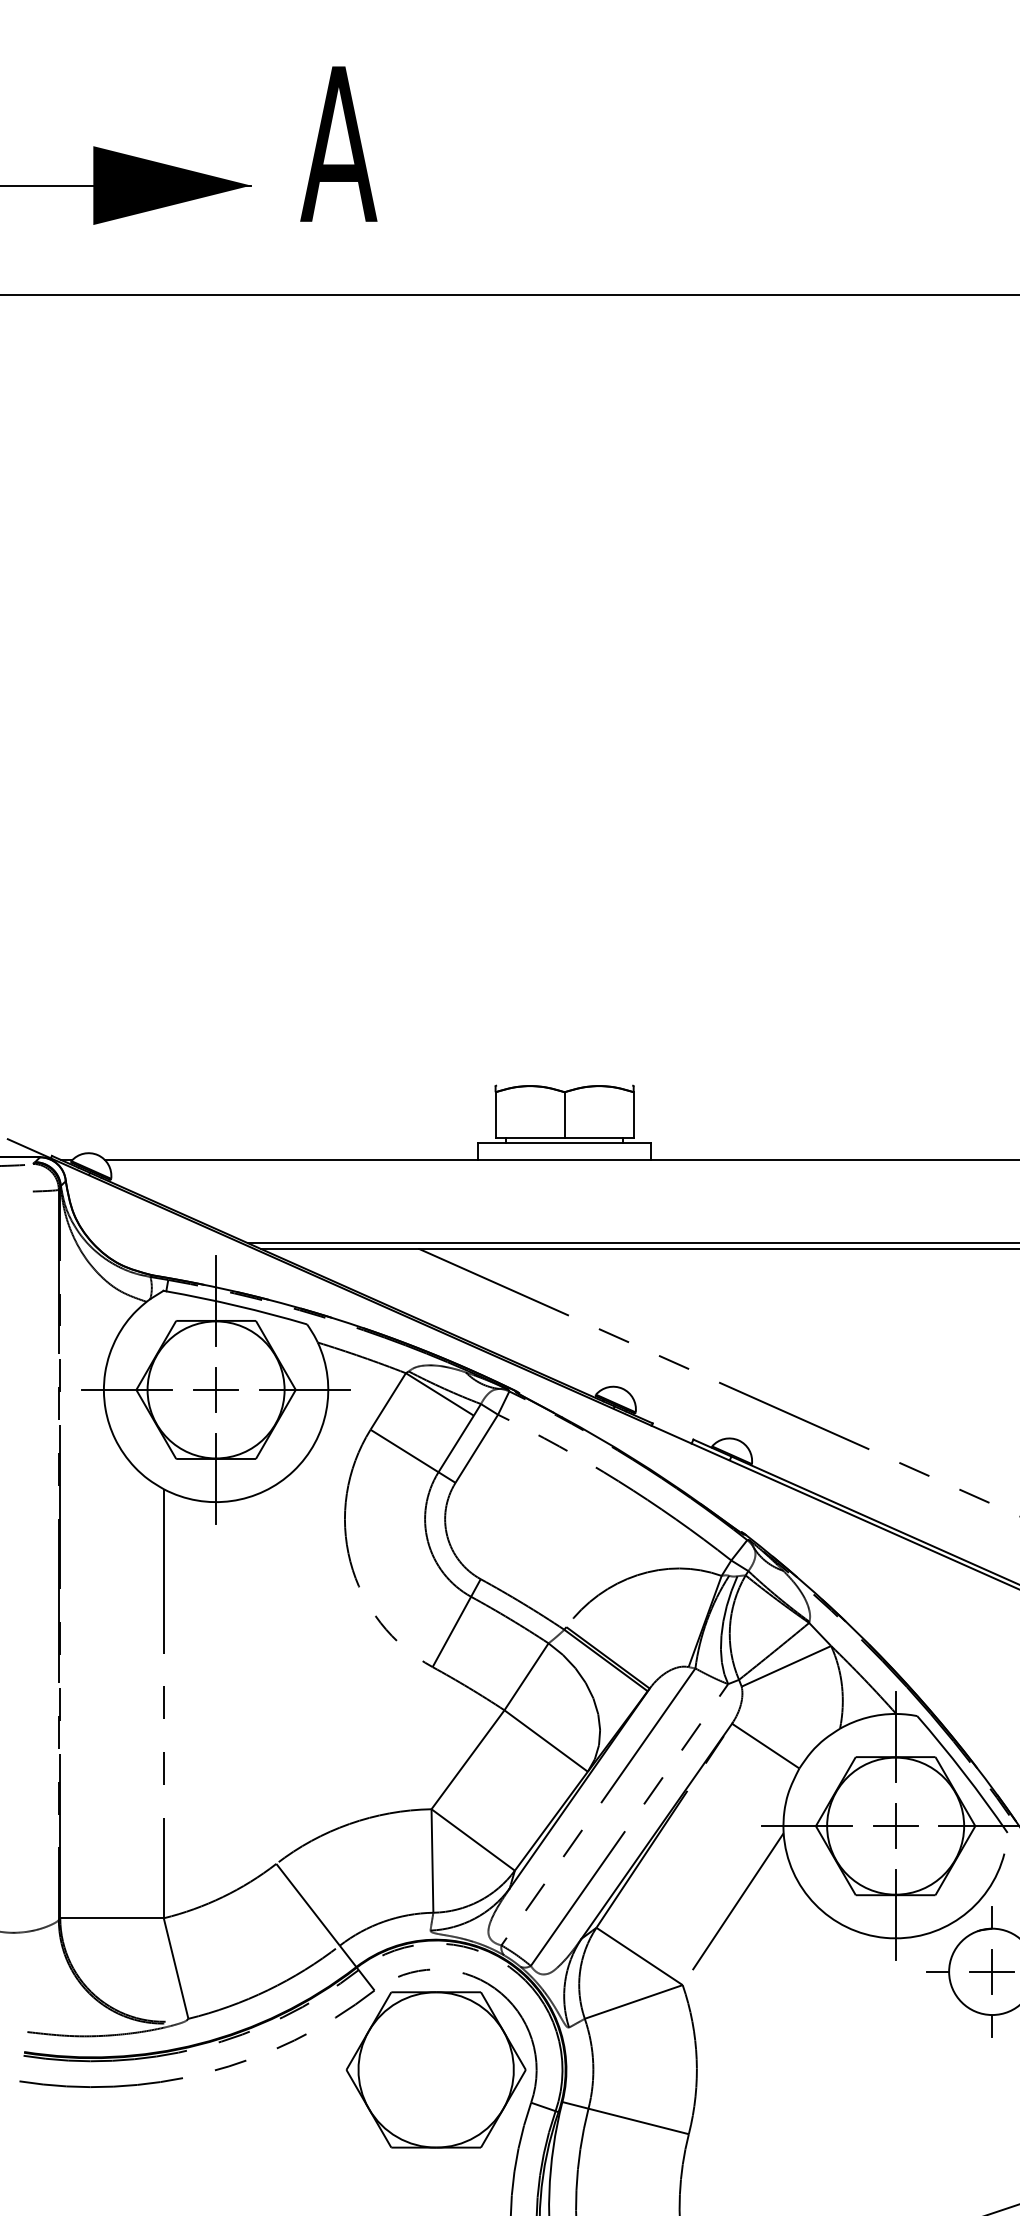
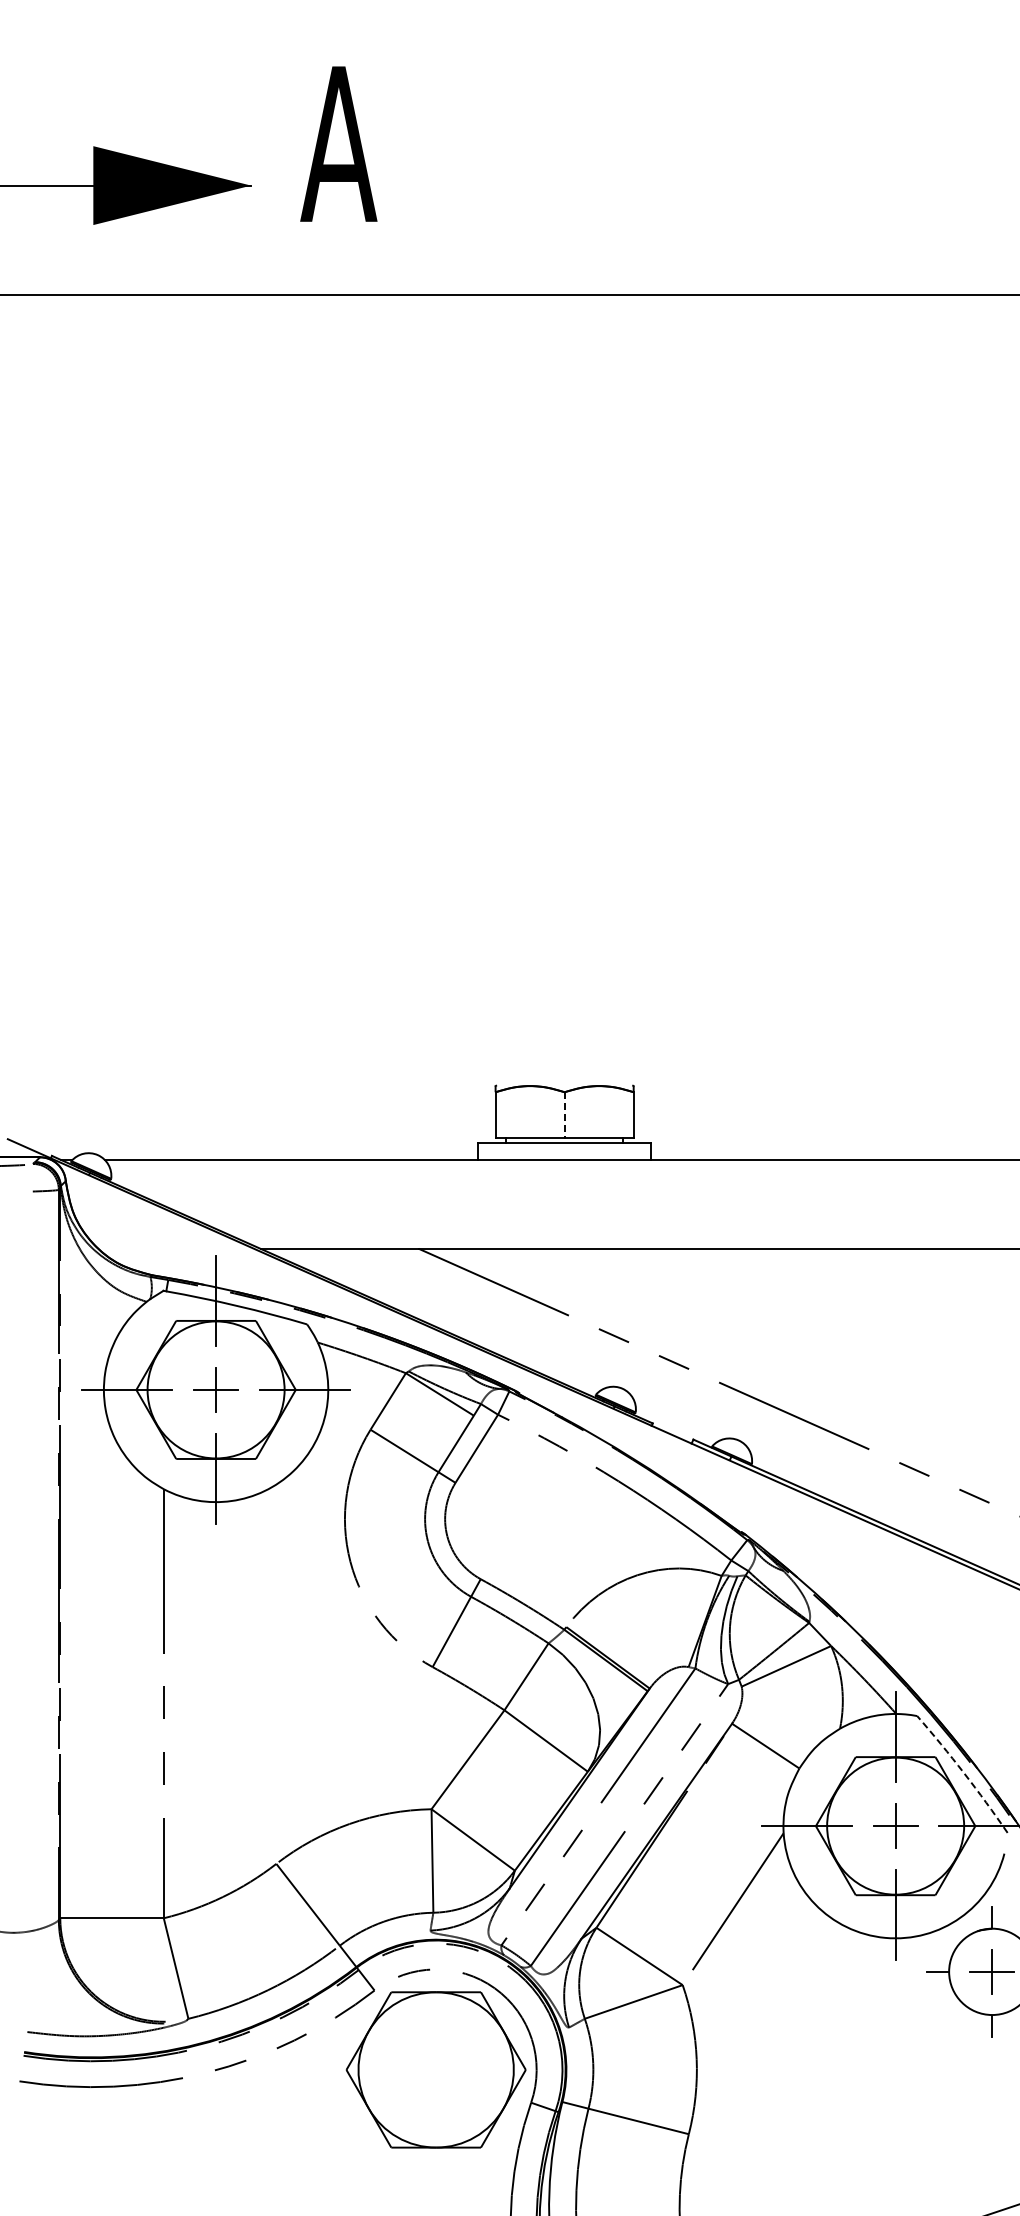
line at (564, 1114): solid -> dashed
line at (632, 1243): present -> none
arc at (964, 1773): solid -> dashed
